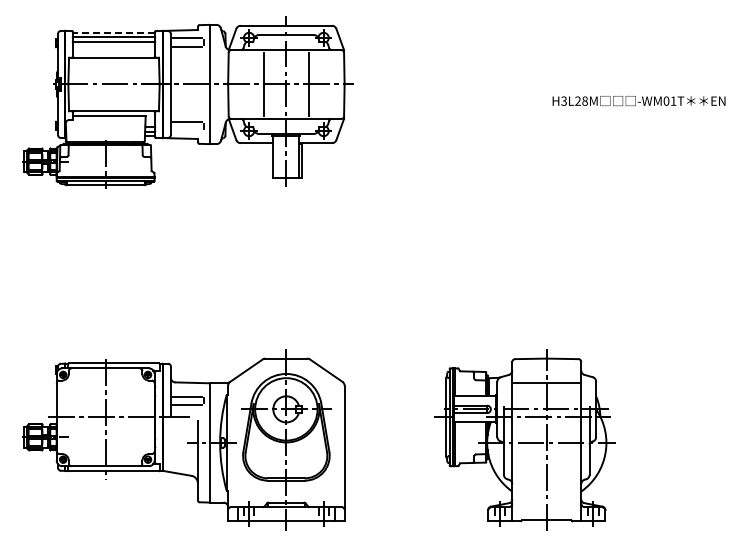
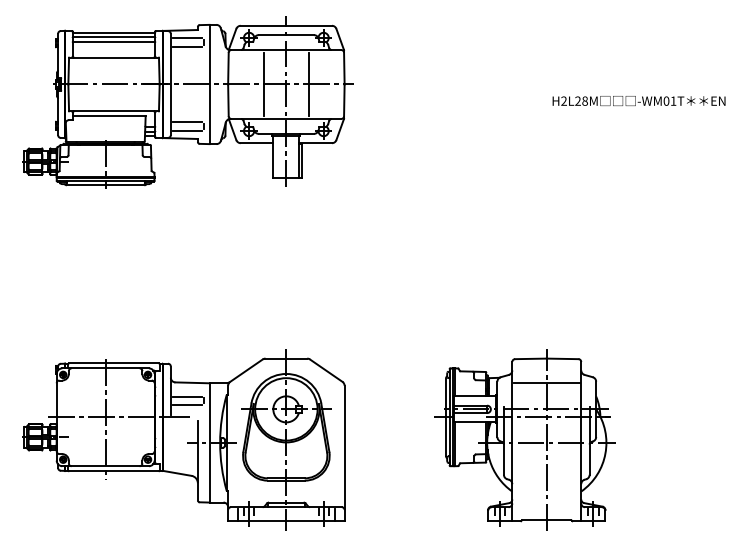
line at (114, 32): dashed -> solid
text at (563, 101): H3L28M -> H2L28M
line at (186, 130): none -> present
